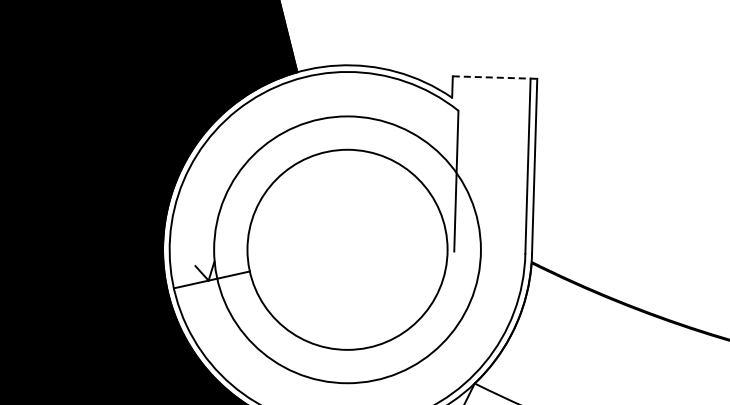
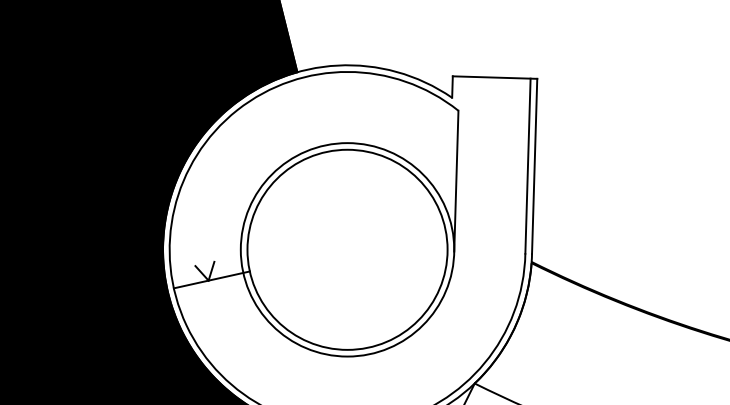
line at (495, 77): dashed -> solid
circle at (347, 249) diameter: 267 px -> 213 px
